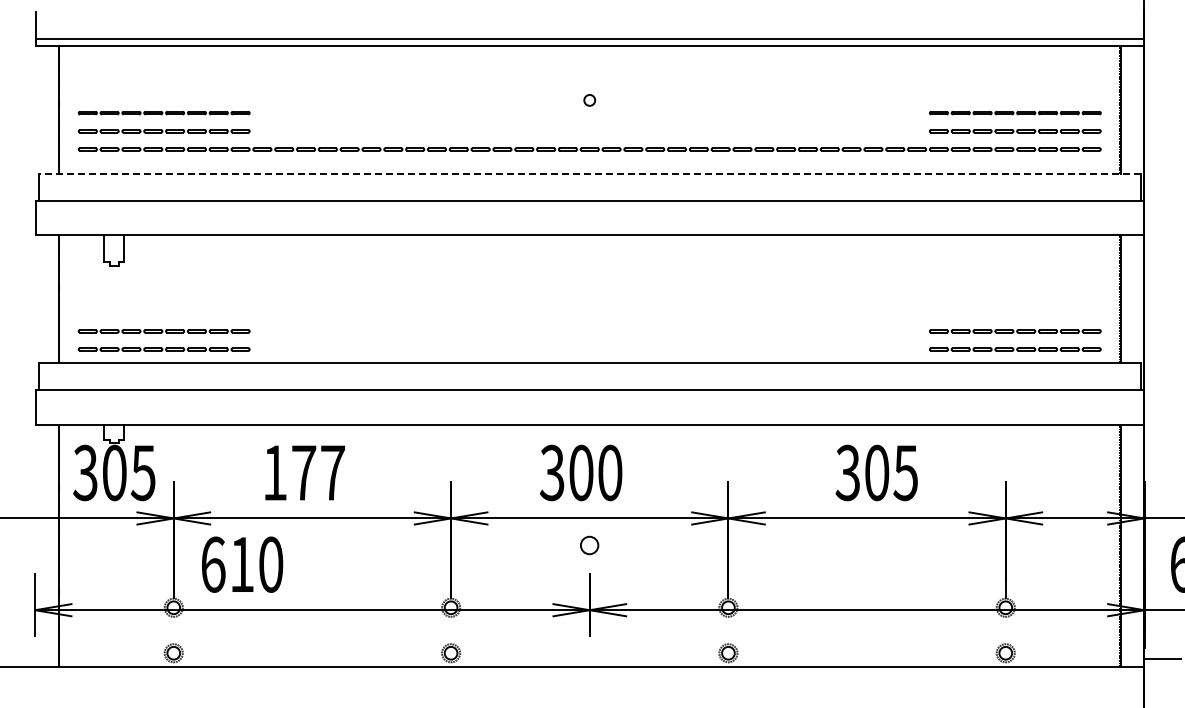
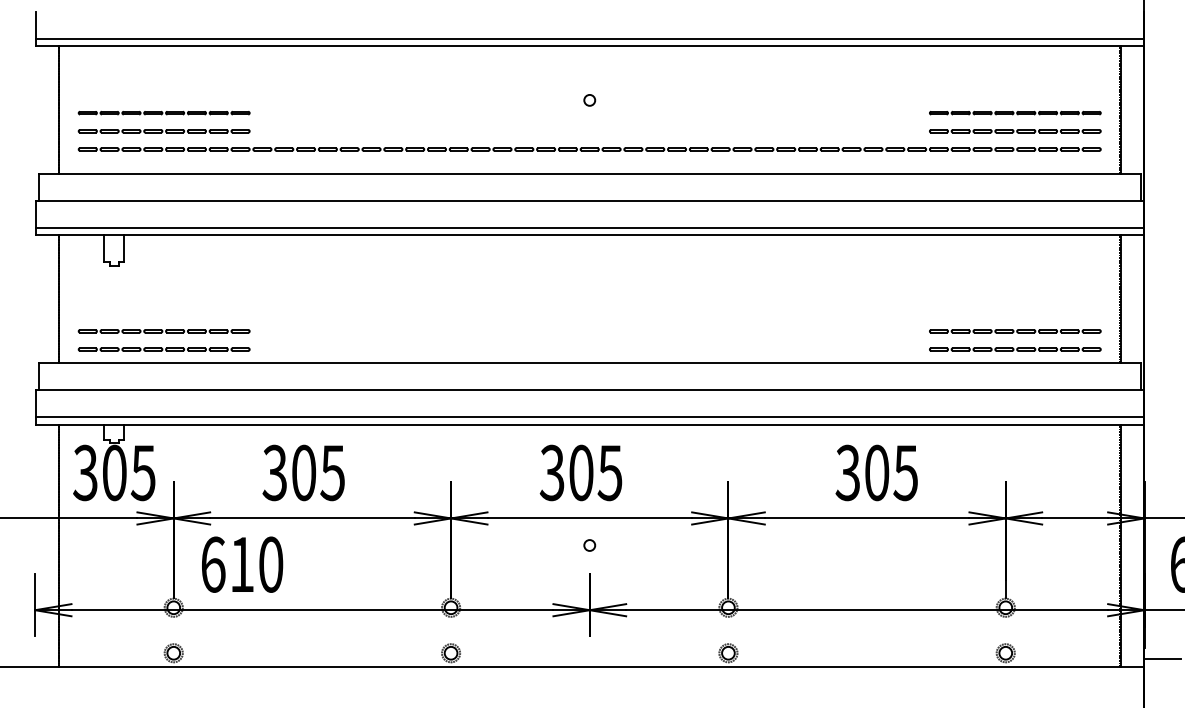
line at (589, 173): dashed -> solid
line at (589, 228): none -> present
line at (589, 417): none -> present
text at (303, 472): 177 -> 305
text at (609, 472): 300 -> 305
circle at (589, 545) size: 20x21 px -> 14x13 px
